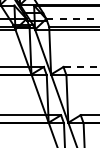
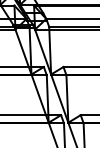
line at (73, 18): dashed -> solid
line at (81, 67): dashed -> solid
